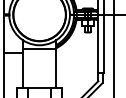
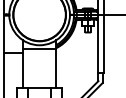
line at (113, 48): present -> none
